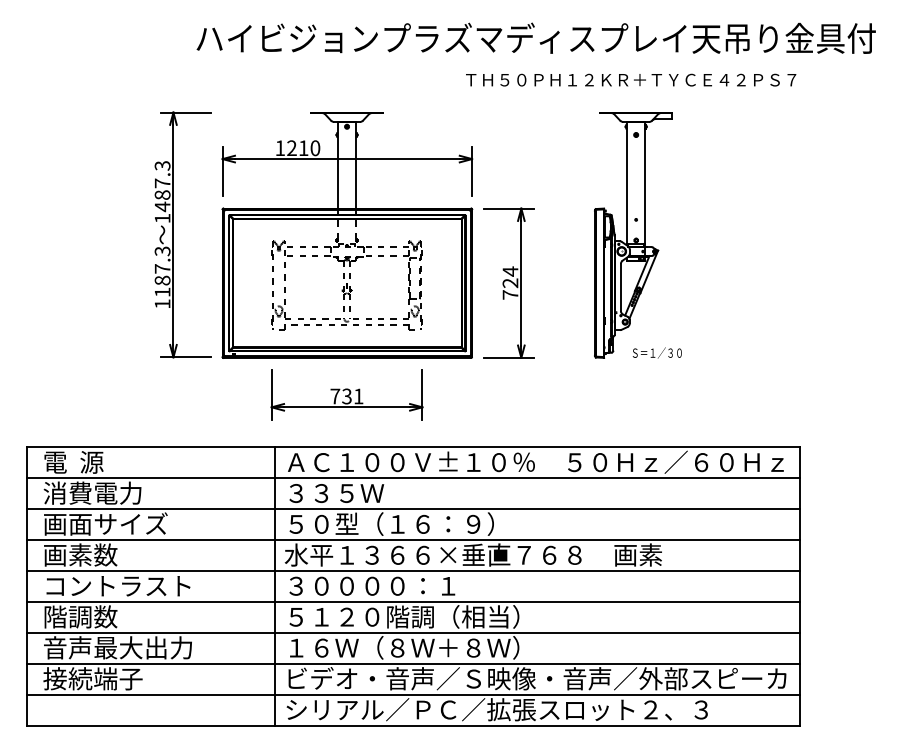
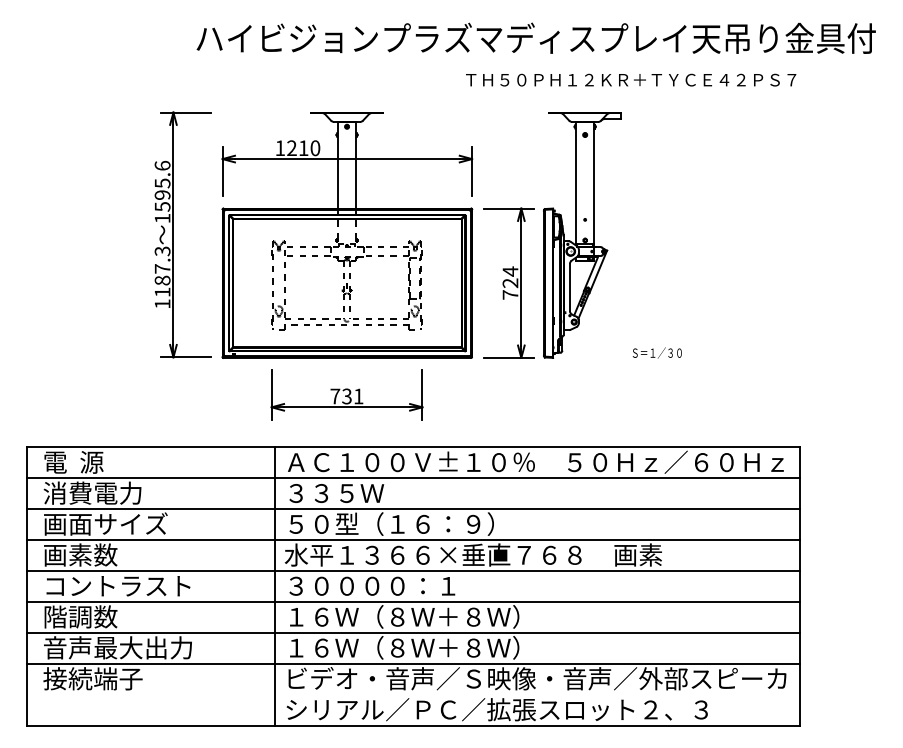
text at (162, 186): 1487.3 -> 1595.6
part at (633, 235) position: (633, 235) -> (582, 235)
text at (399, 616): ５１２０階調（相当） -> １６Ｗ（８Ｗ＋８Ｗ）
line at (413, 694): present -> none
